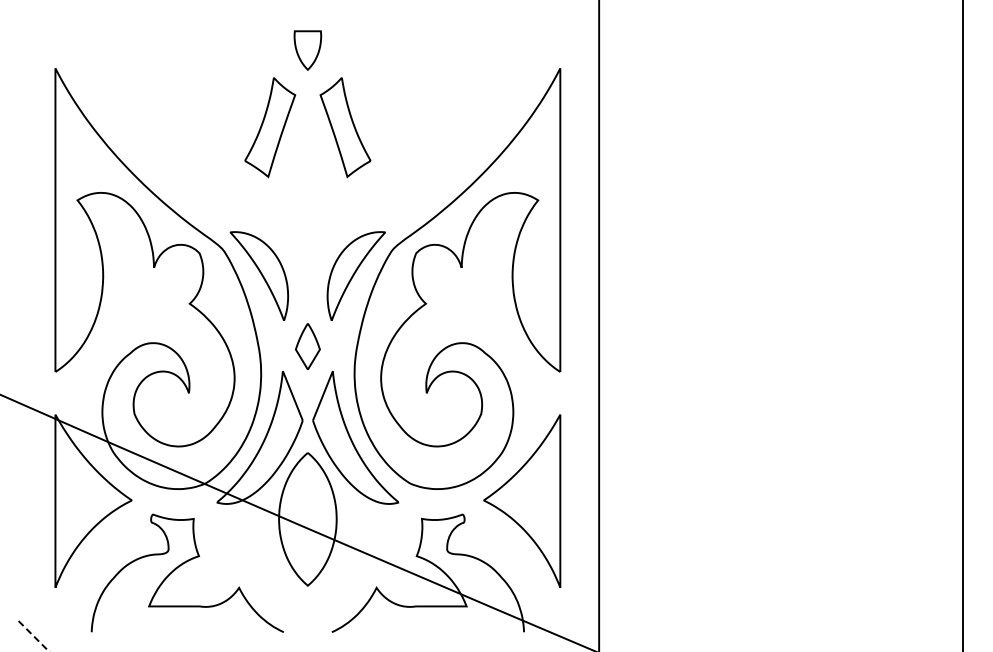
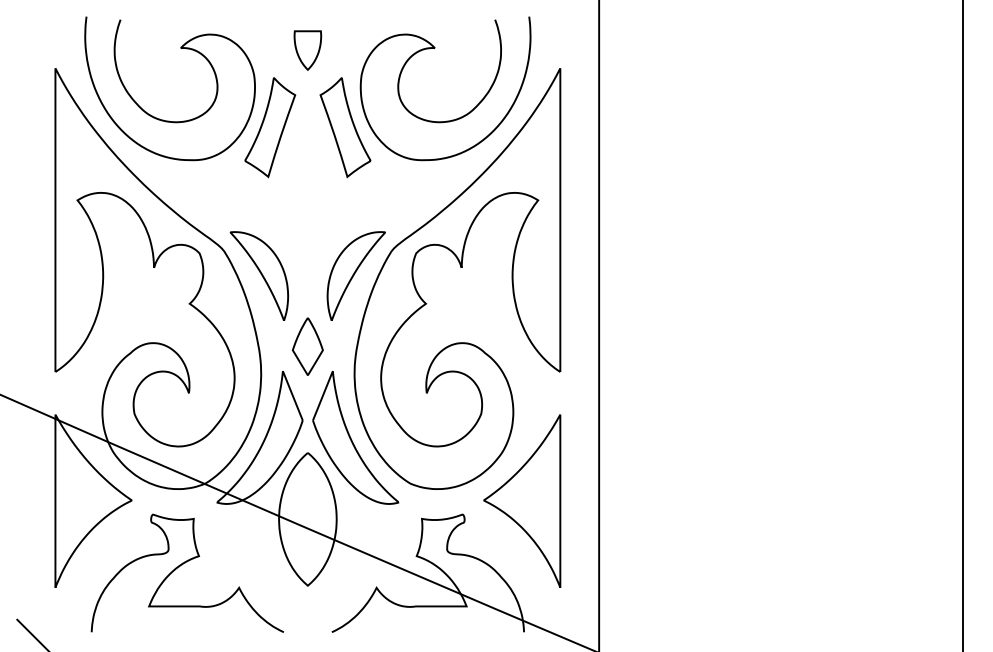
curve at (455, 118): none -> present
curve at (163, 119): none -> present
part at (307, 346) size: 26x47 px -> 32x59 px
line at (32, 635): dashed -> solid
